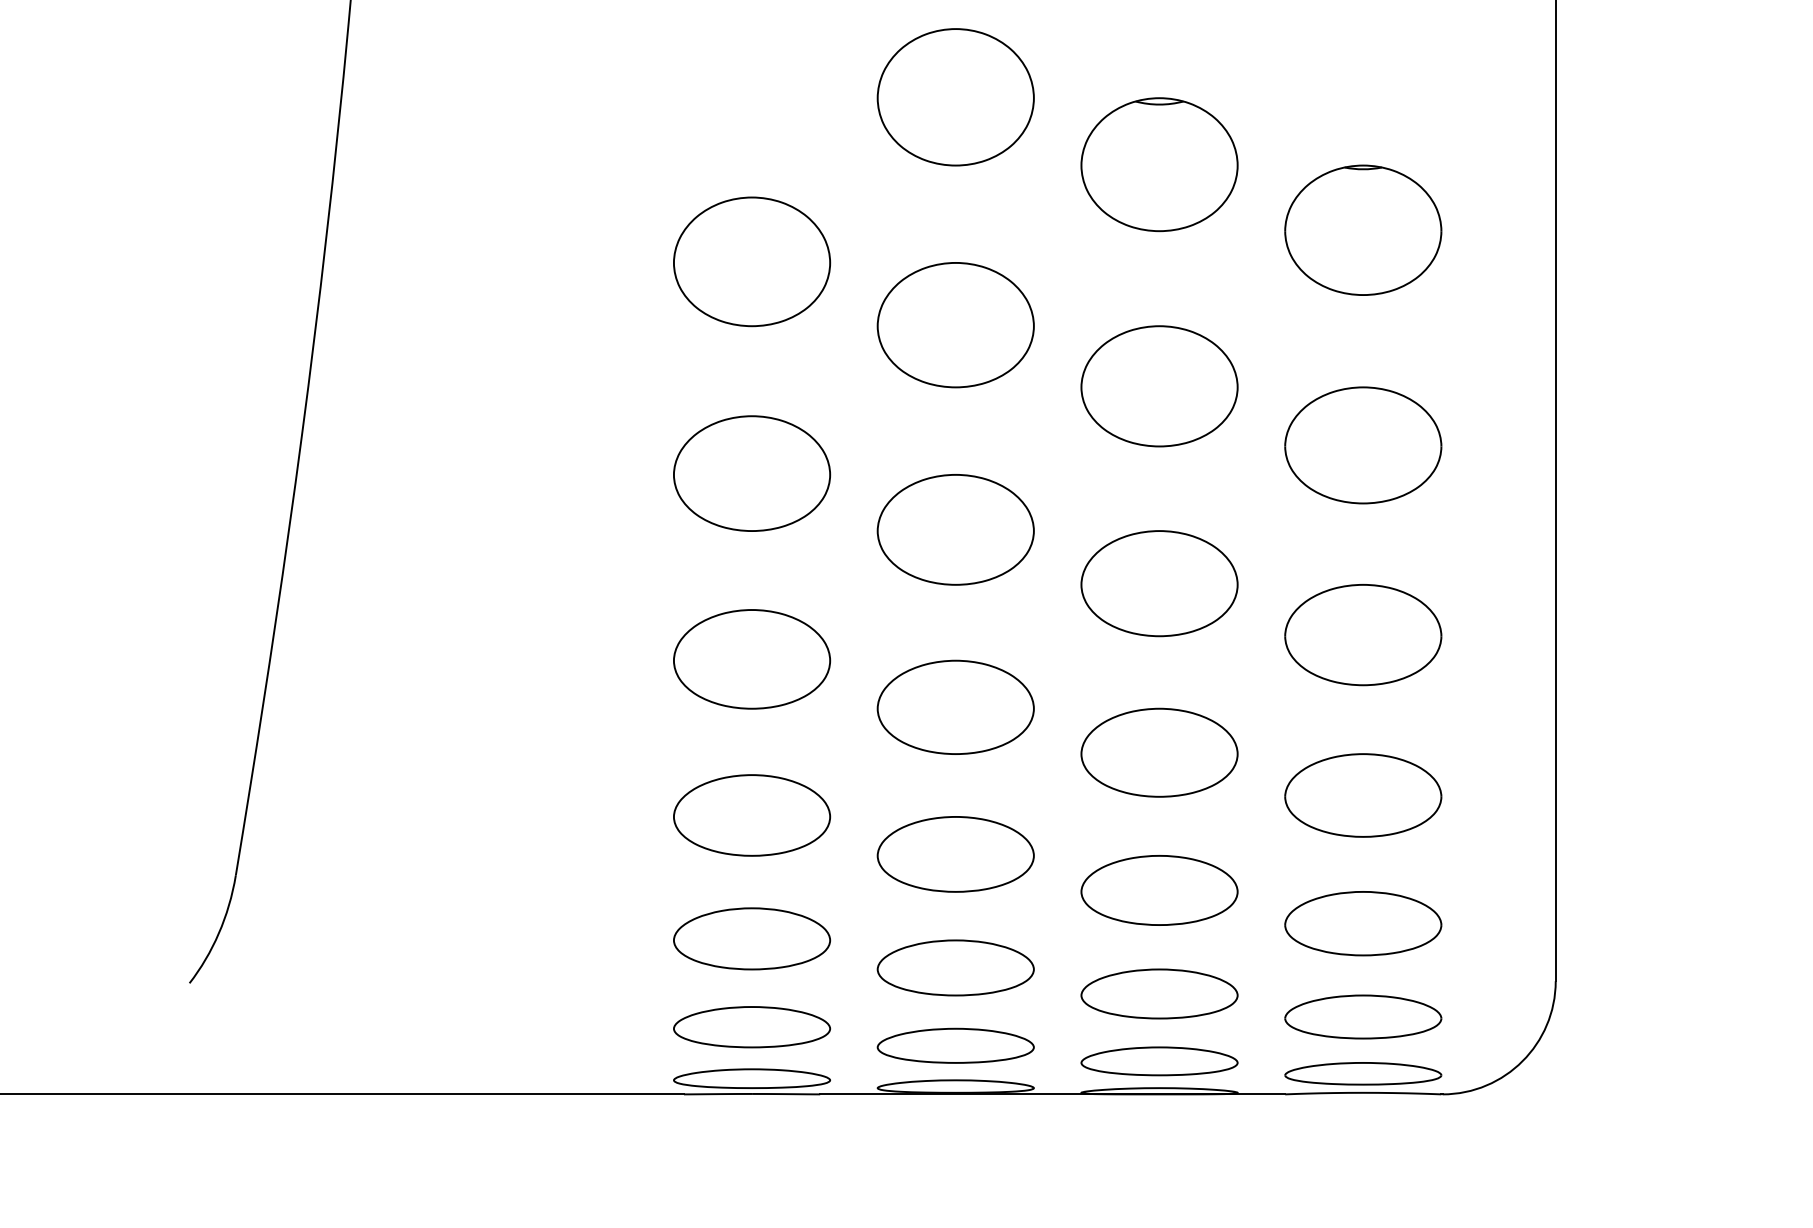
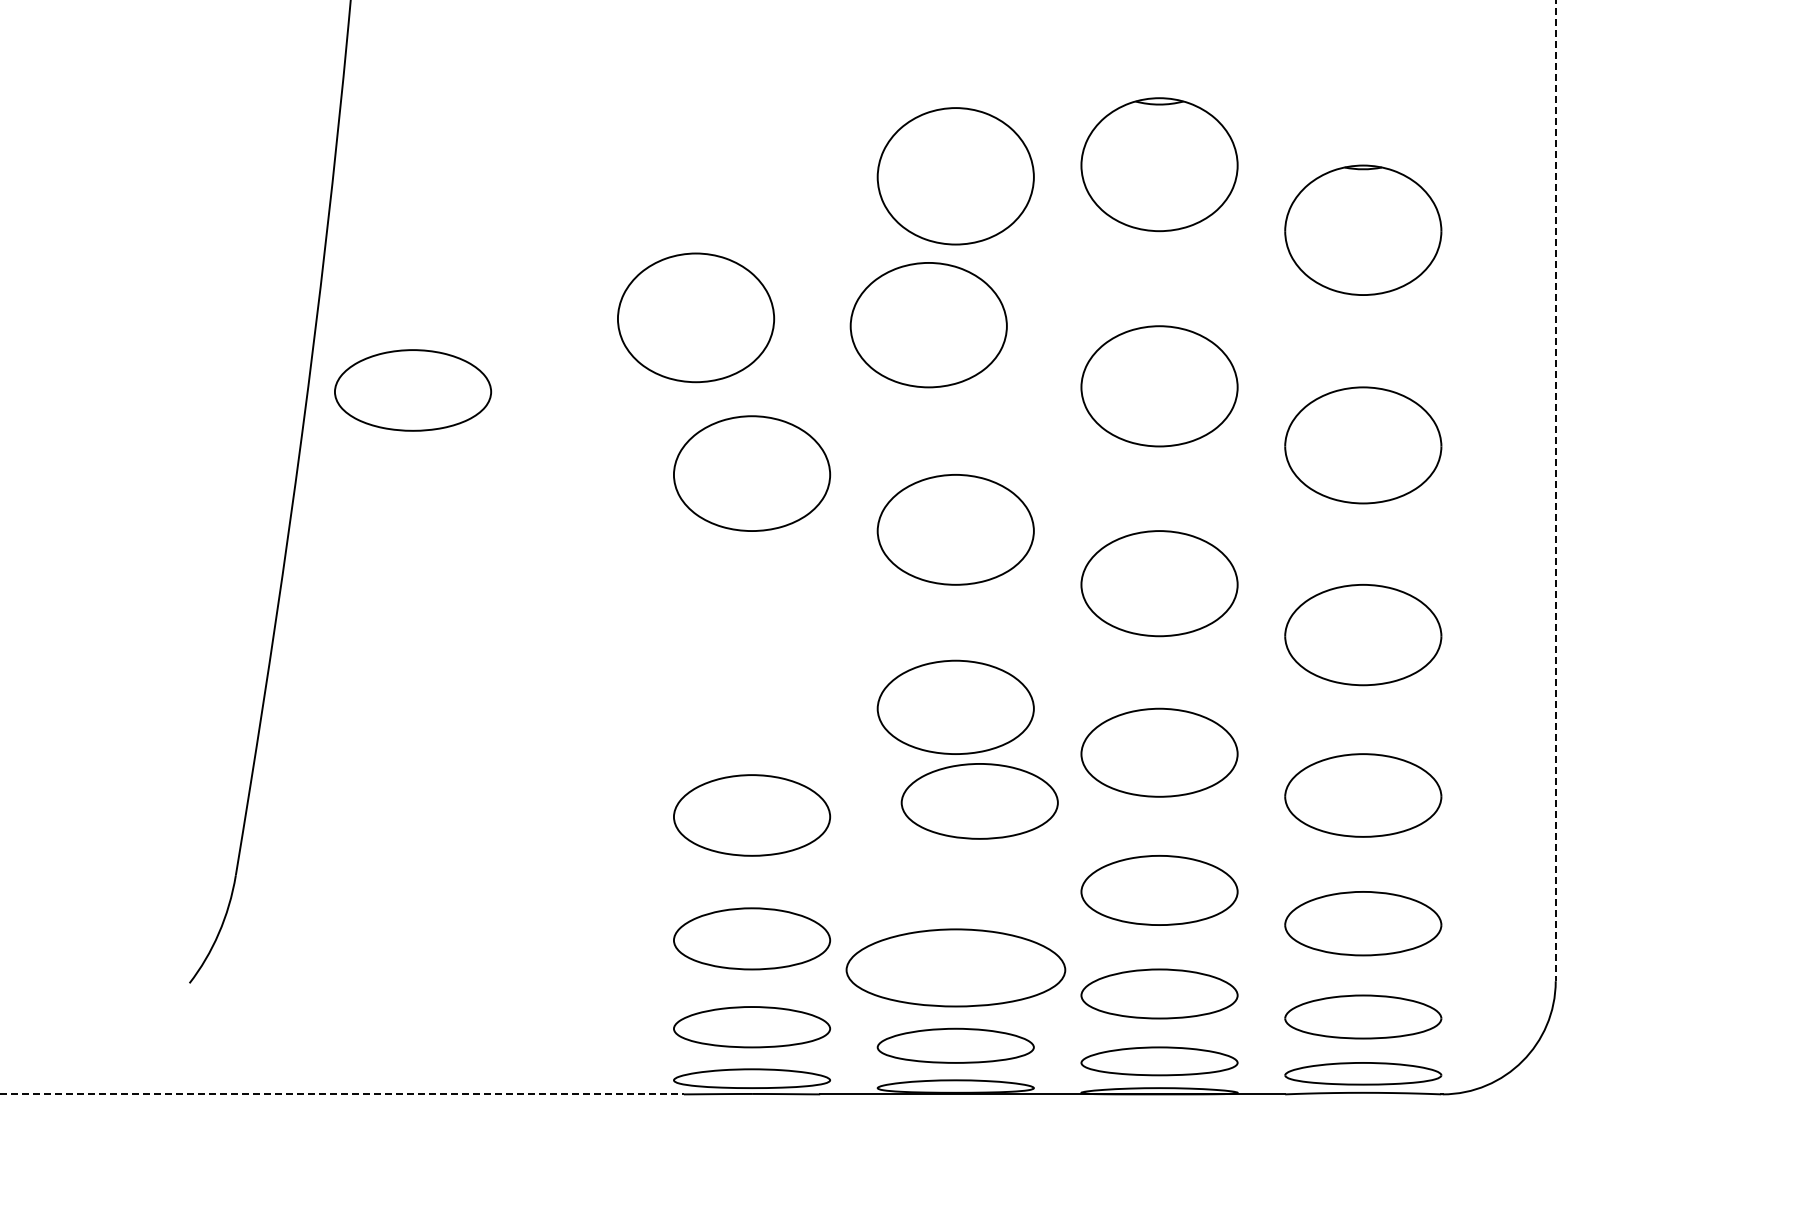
part at (955, 97) position: (955, 97) -> (955, 176)
part at (752, 261) position: (752, 261) -> (696, 317)
part at (955, 325) position: (955, 325) -> (928, 325)
part at (413, 390): none -> present
line at (1555, 491): solid -> dashed
part at (752, 659): present -> none
part at (955, 854) position: (955, 854) -> (979, 801)
part at (955, 967) size: 159x58 px -> 222x80 px
line at (342, 1094): solid -> dashed
